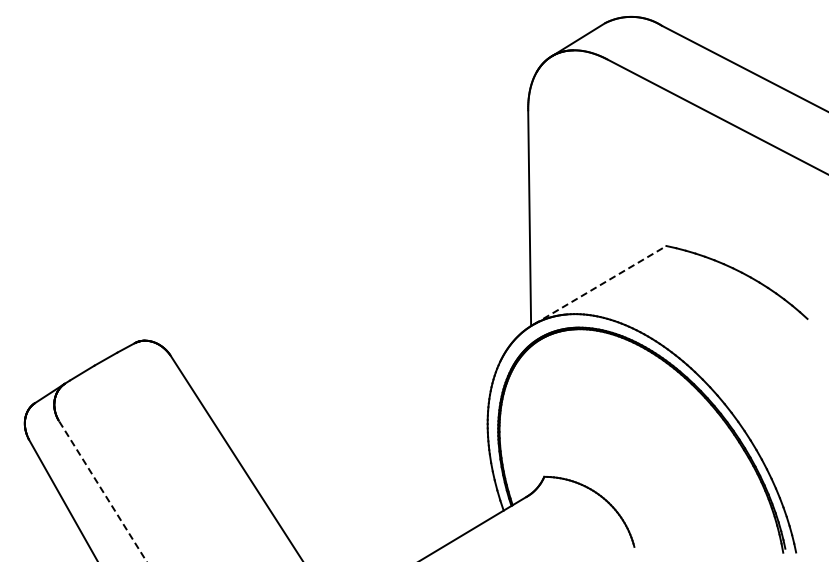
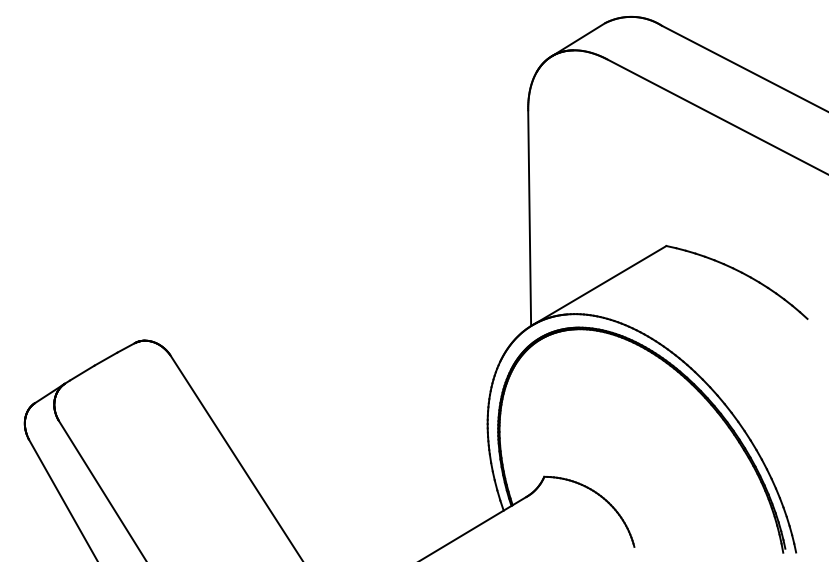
line at (600, 285): dashed -> solid
line at (102, 490): dashed -> solid
